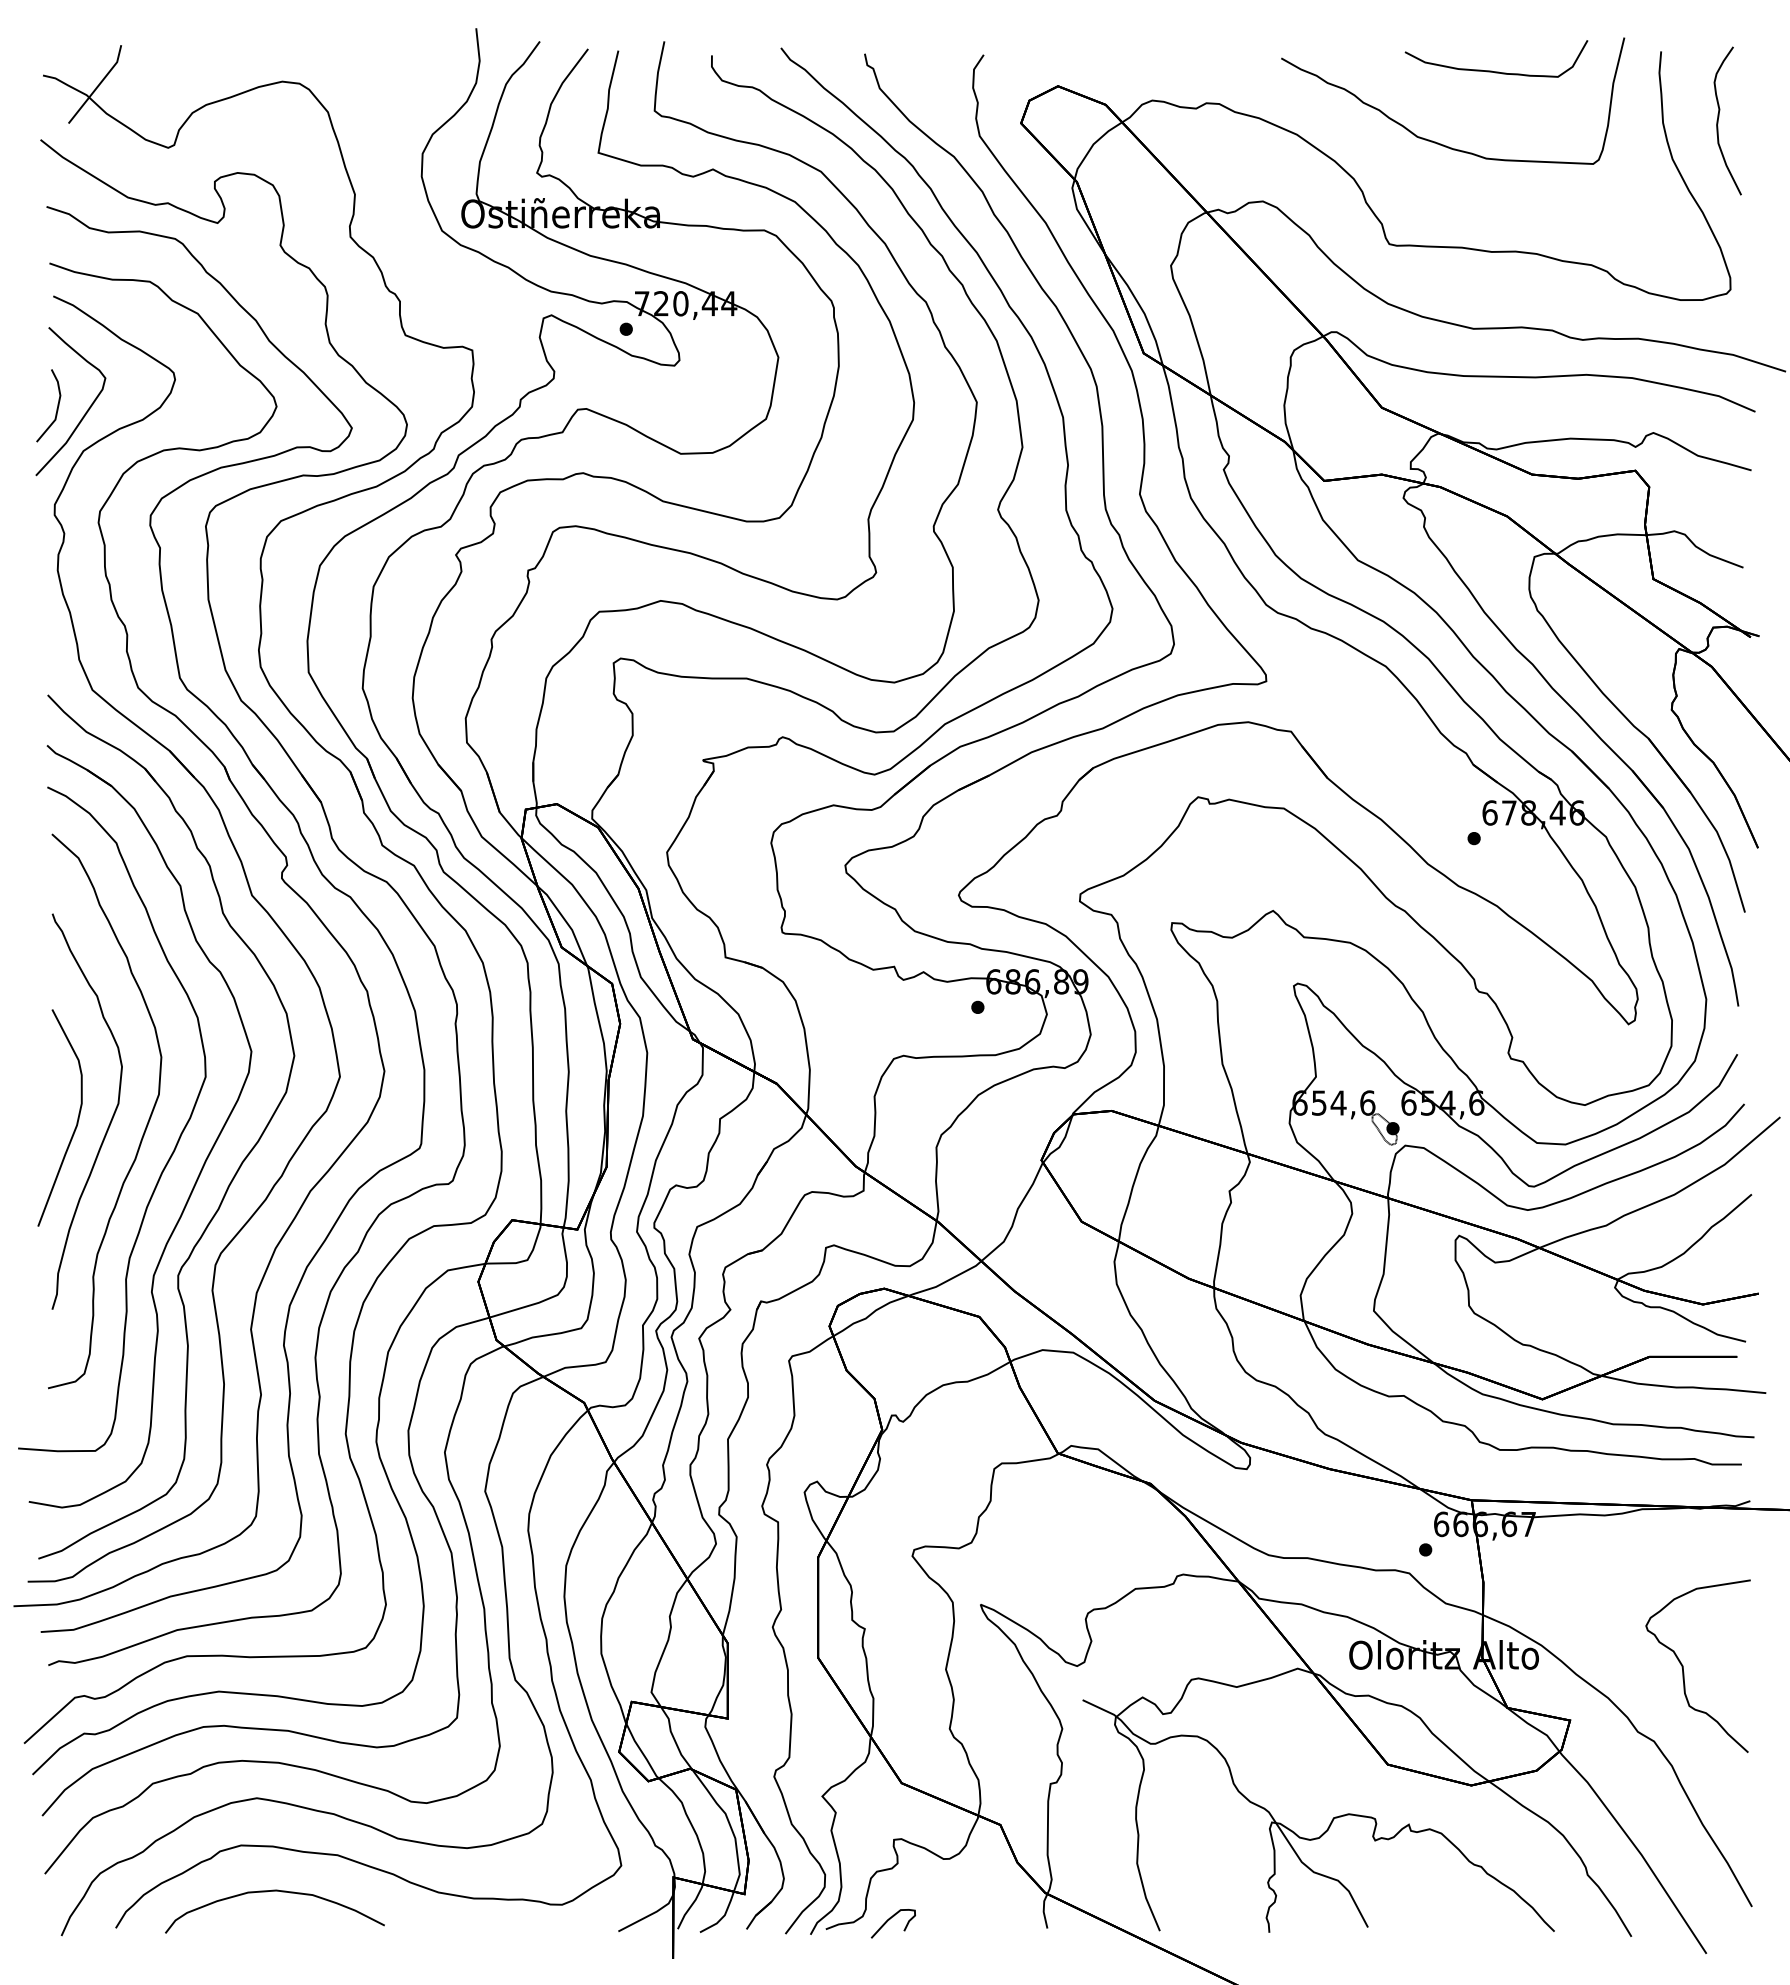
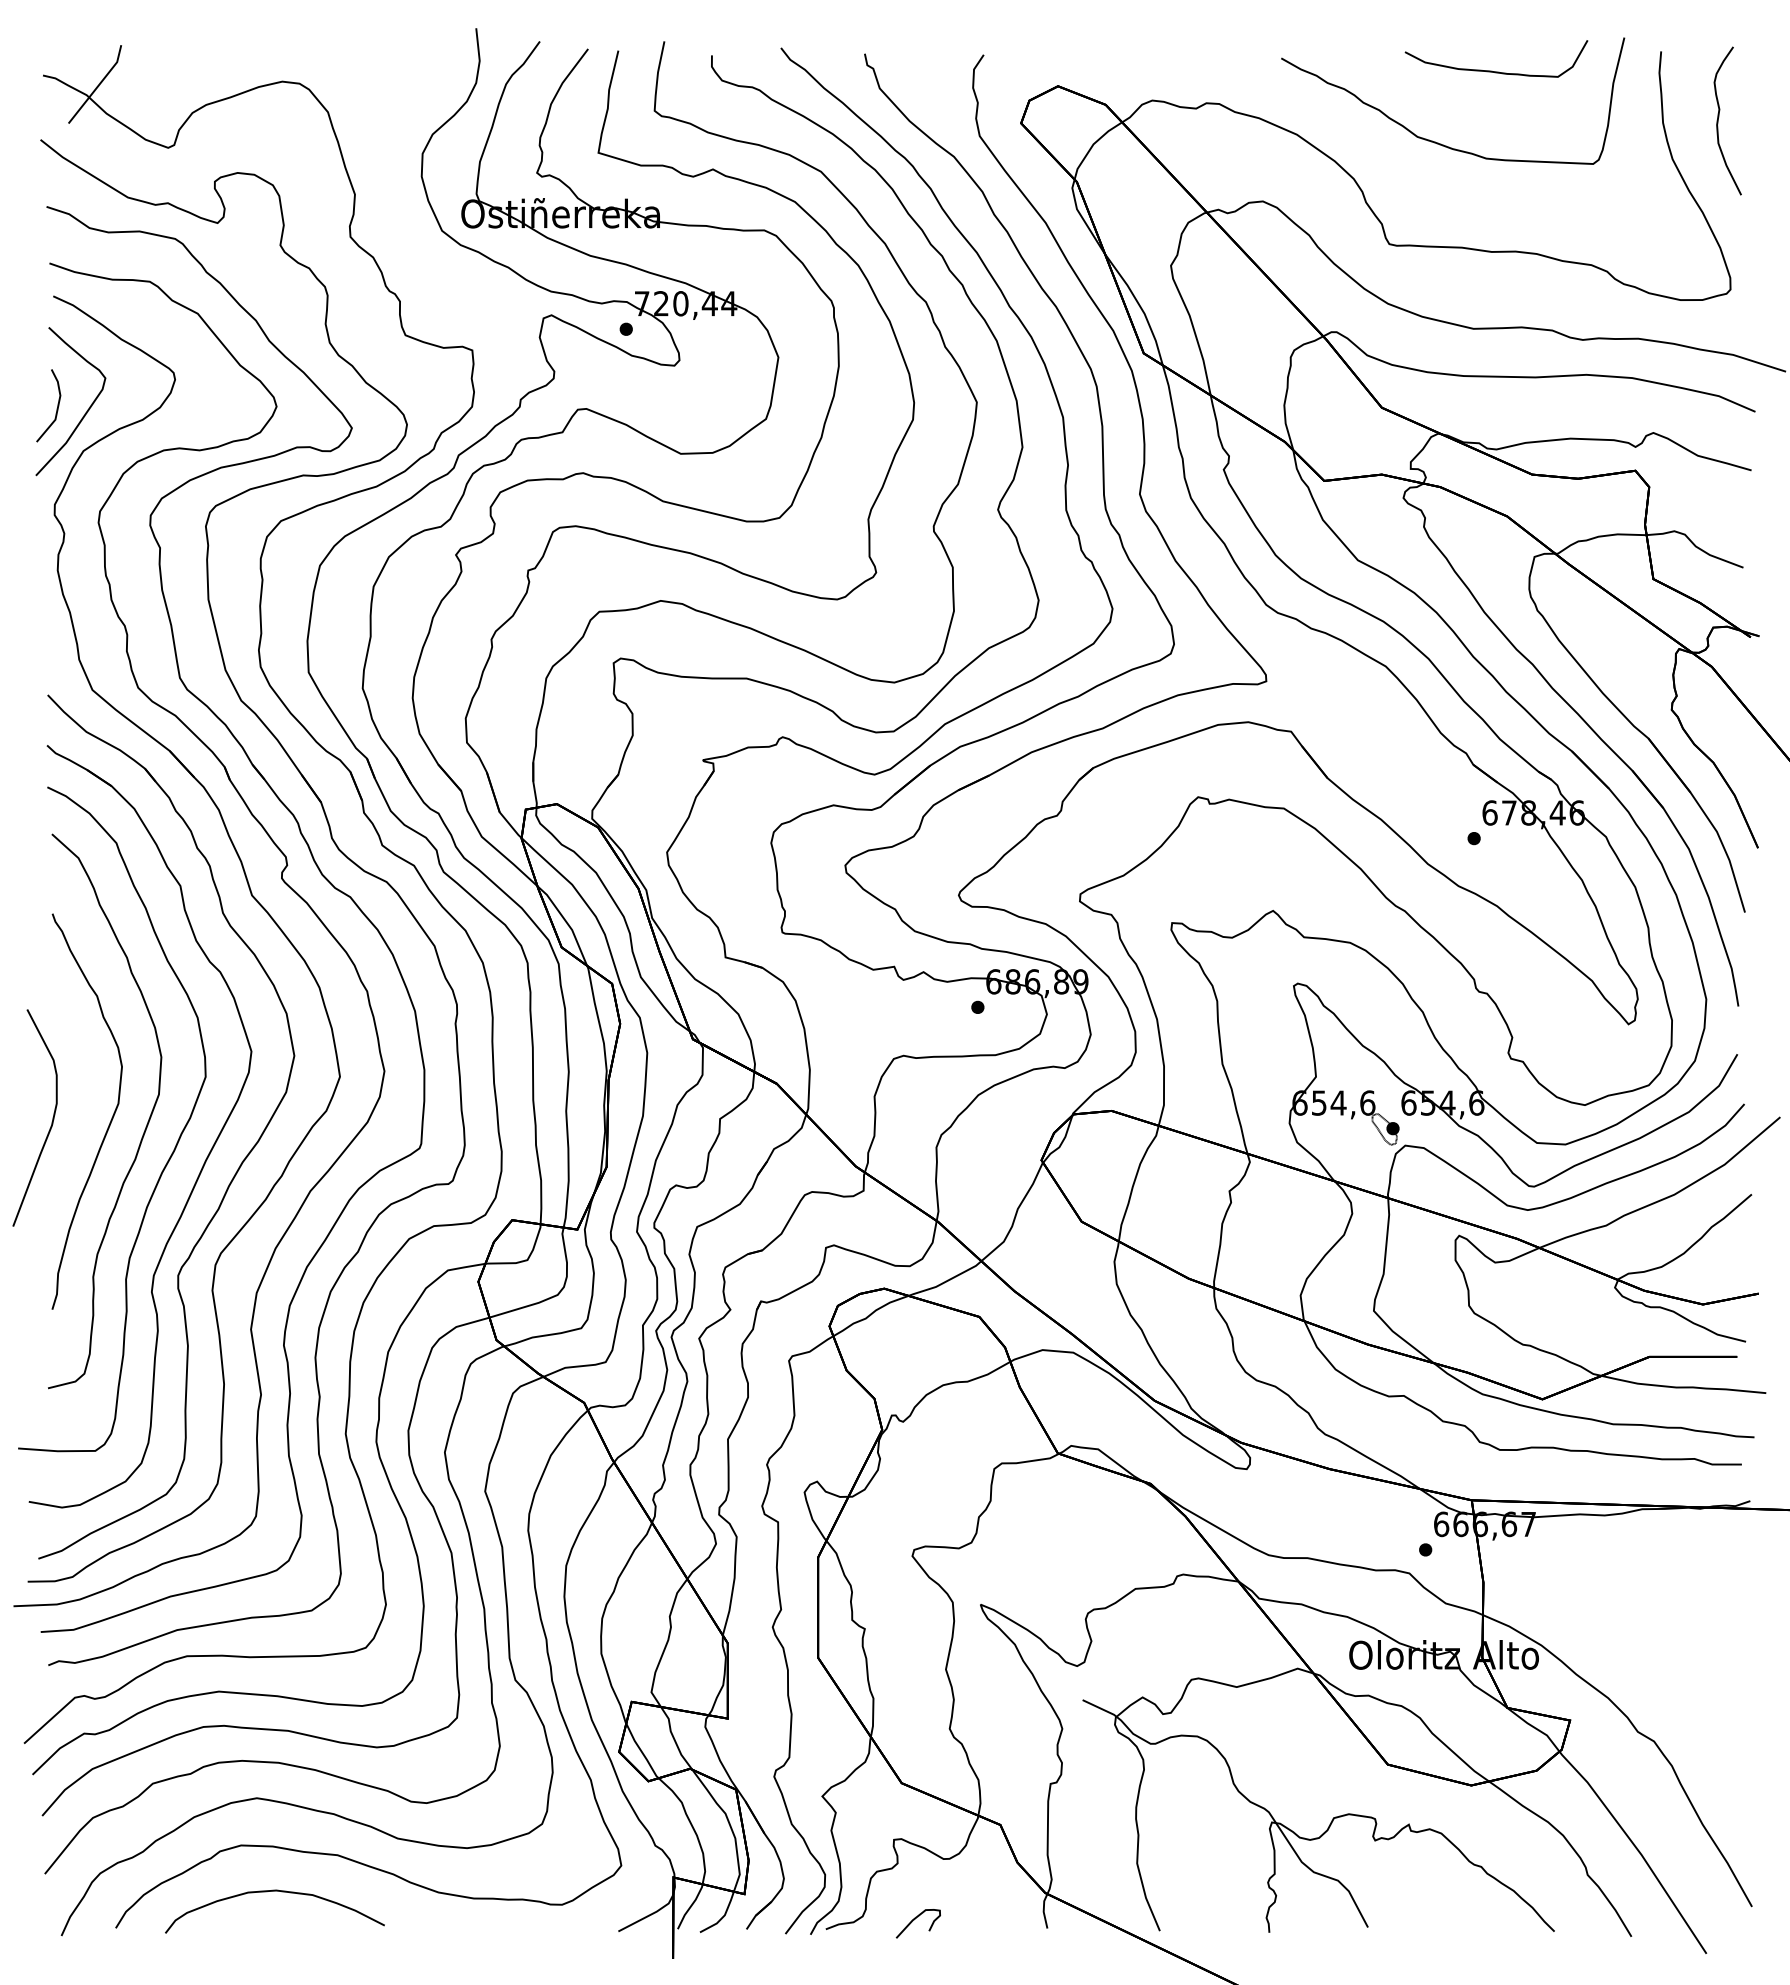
part at (76, 1122) position: (76, 1122) -> (51, 1122)
curve at (1683, 1665): present -> none
curve at (889, 1920) position: (889, 1920) -> (914, 1920)
